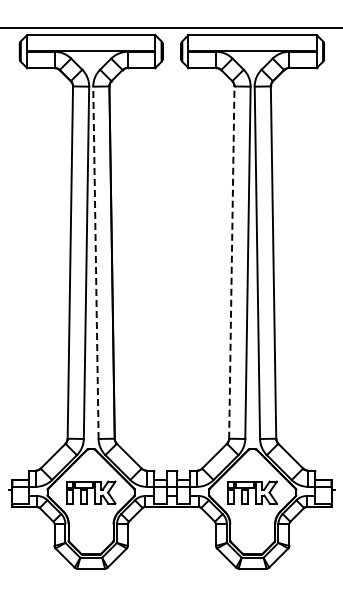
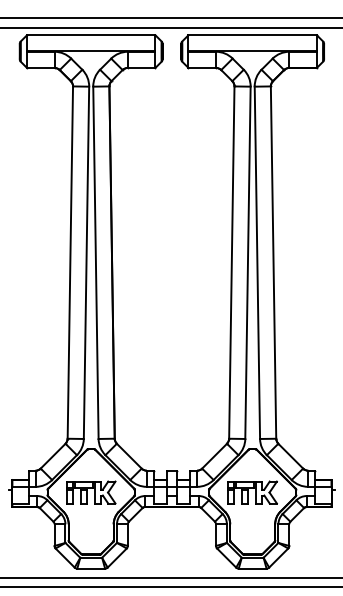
line at (170, 17): none -> present
line at (95, 262): dashed -> solid
line at (231, 262): dashed -> solid
line at (170, 578): none -> present
line at (170, 586): none -> present
